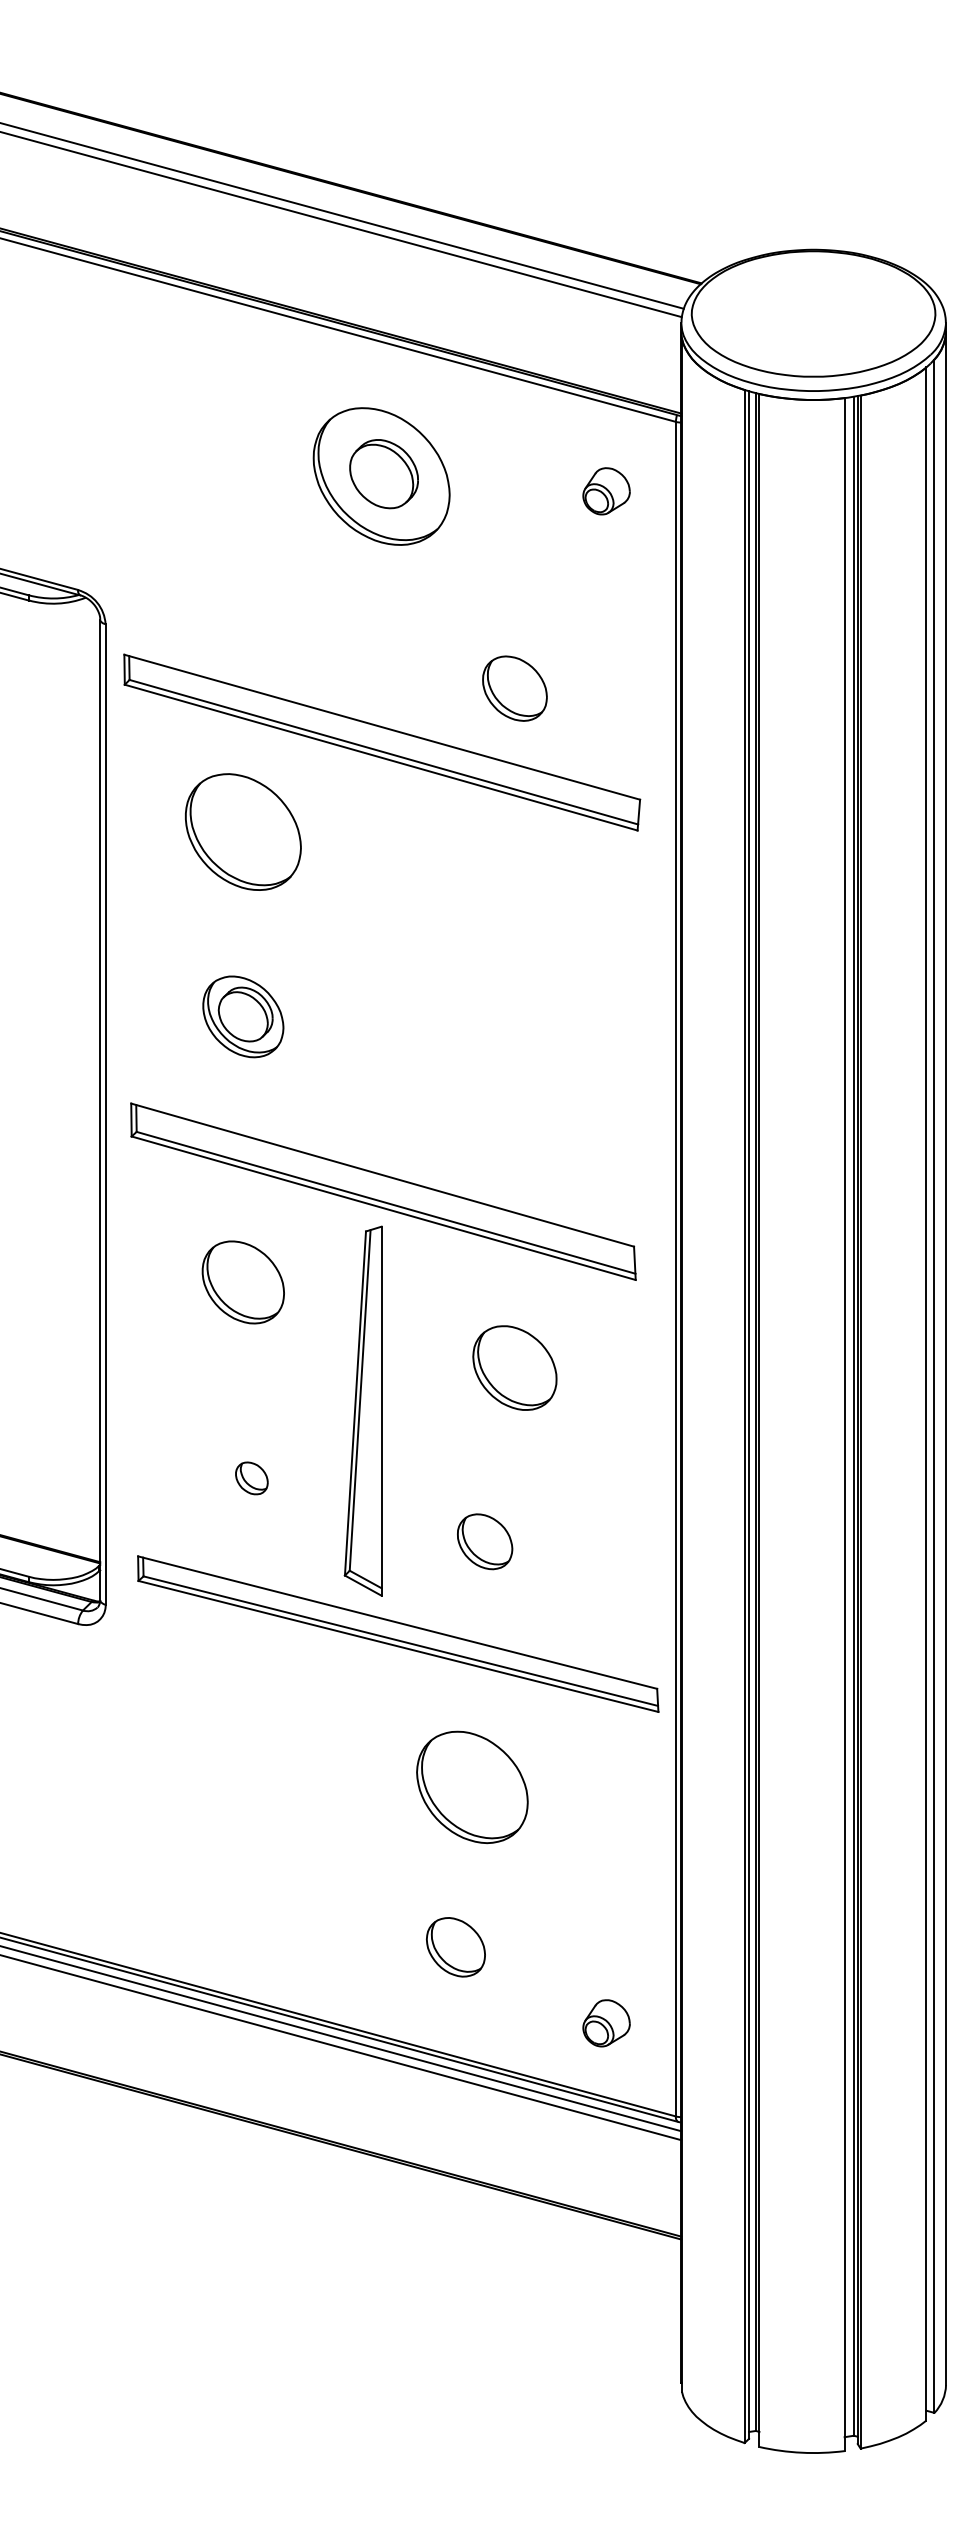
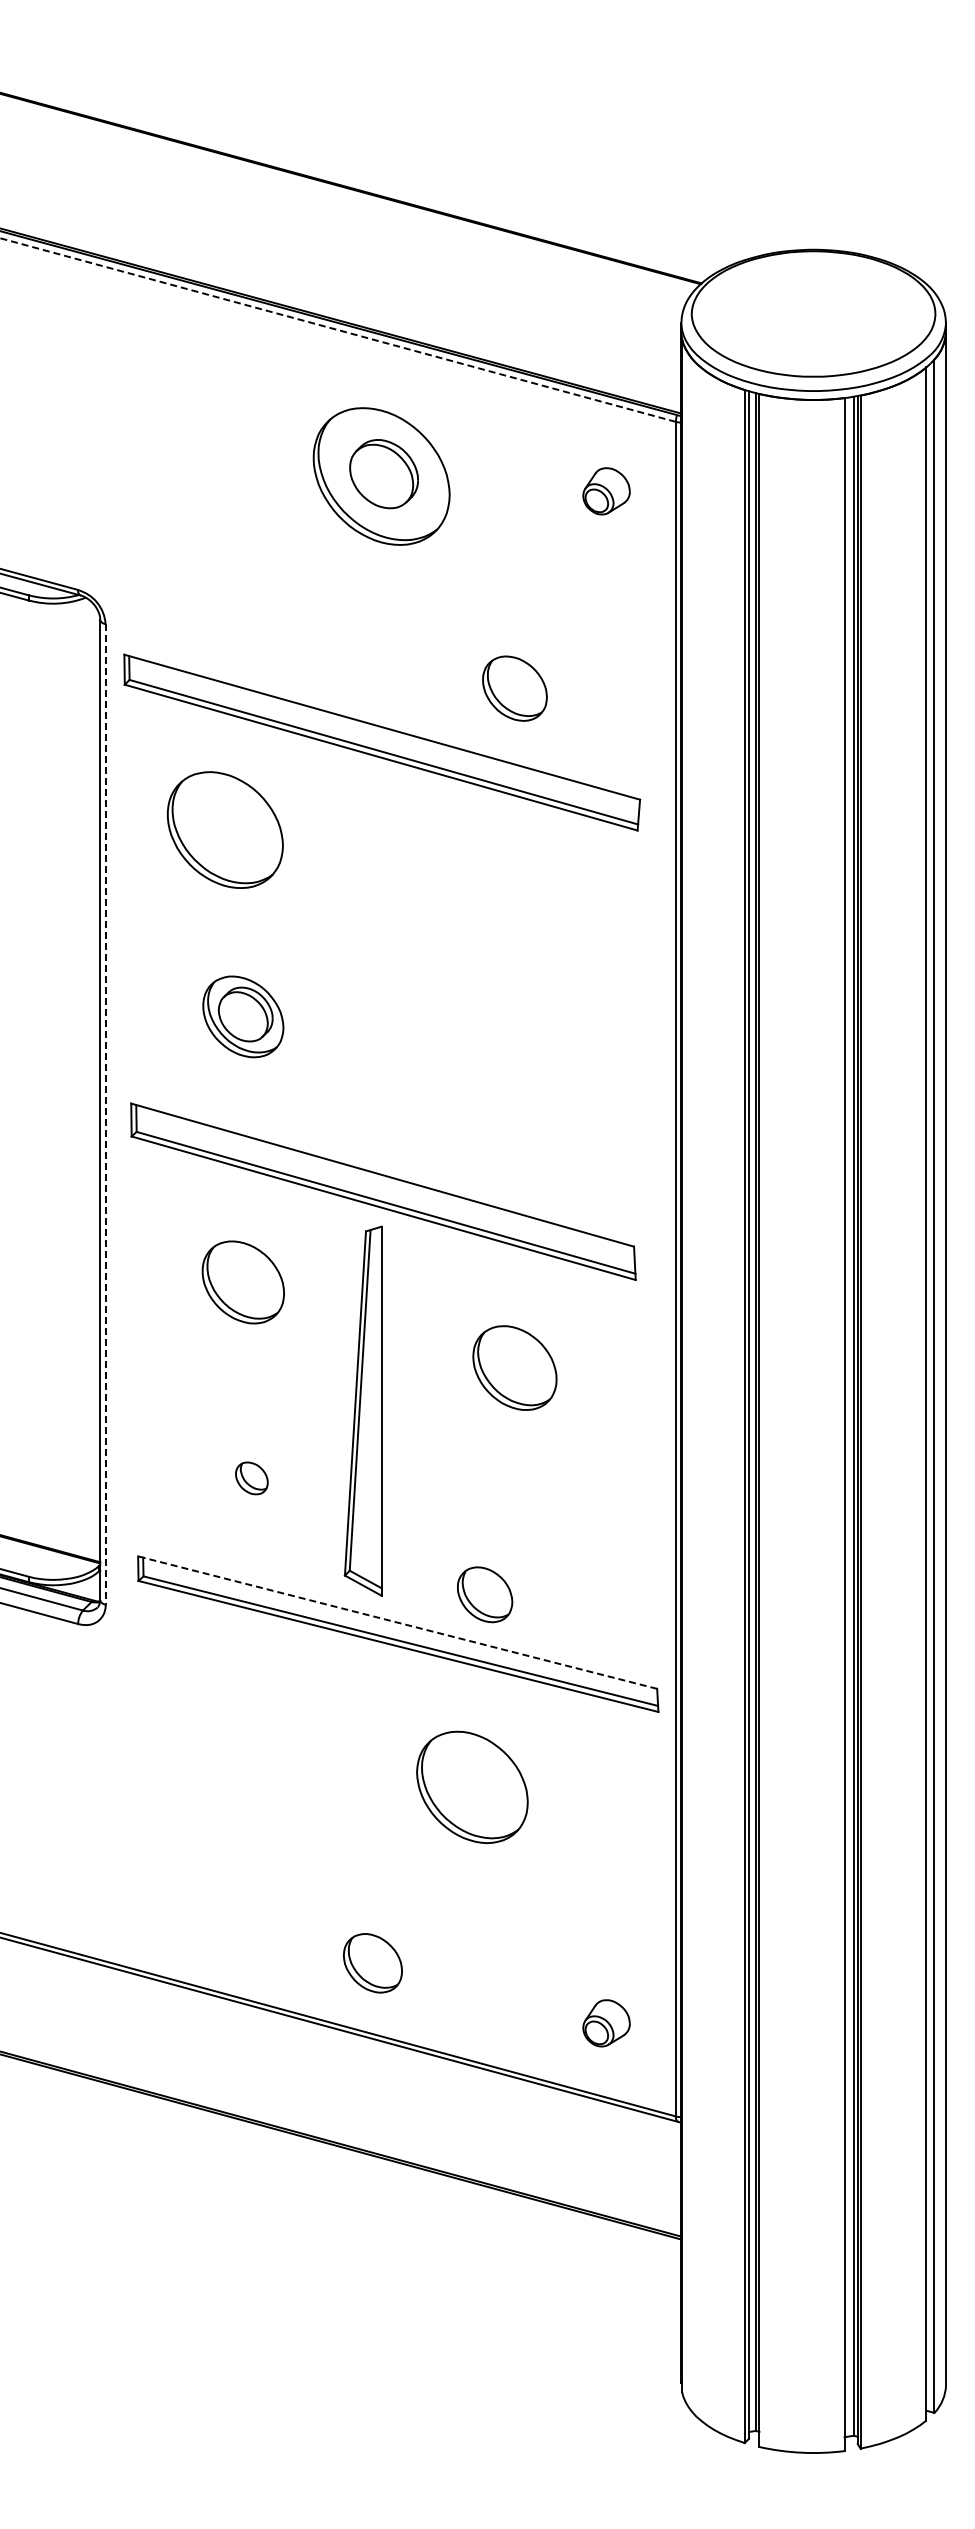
line at (342, 215): present -> none
line at (341, 224): present -> none
line at (338, 330): solid -> dashed
part at (243, 831) position: (243, 831) -> (225, 829)
line at (105, 1115): solid -> dashed
part at (485, 1541) position: (485, 1541) -> (485, 1594)
line at (397, 1622): solid -> dashed
part at (455, 1947) position: (455, 1947) -> (372, 1963)
line at (341, 2038): present -> none
line at (341, 2047): present -> none
